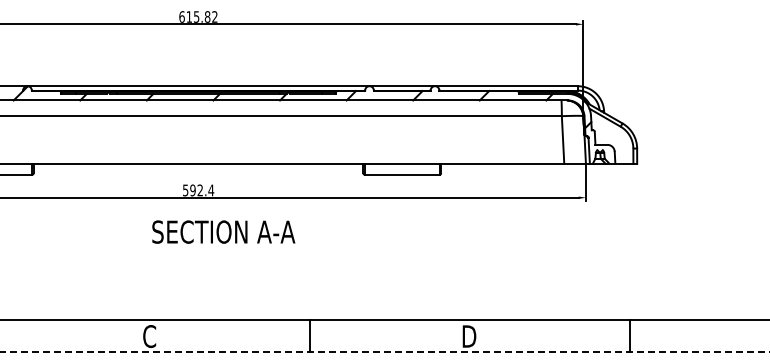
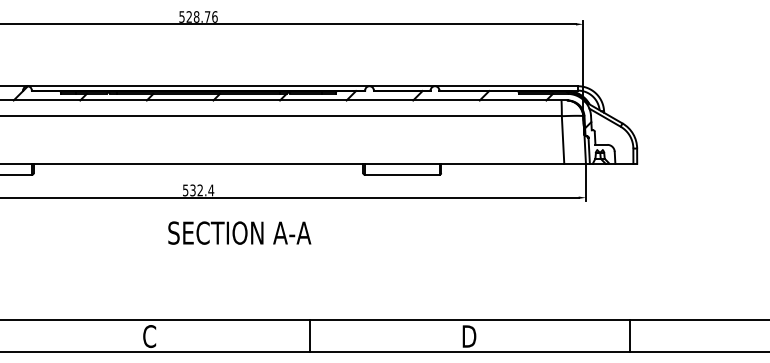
text at (198, 16): 615.82 -> 528.76
text at (192, 190): 592.4 -> 532.4
text at (223, 231) position: (223, 231) -> (239, 232)
line at (385, 351): dashed -> solid
